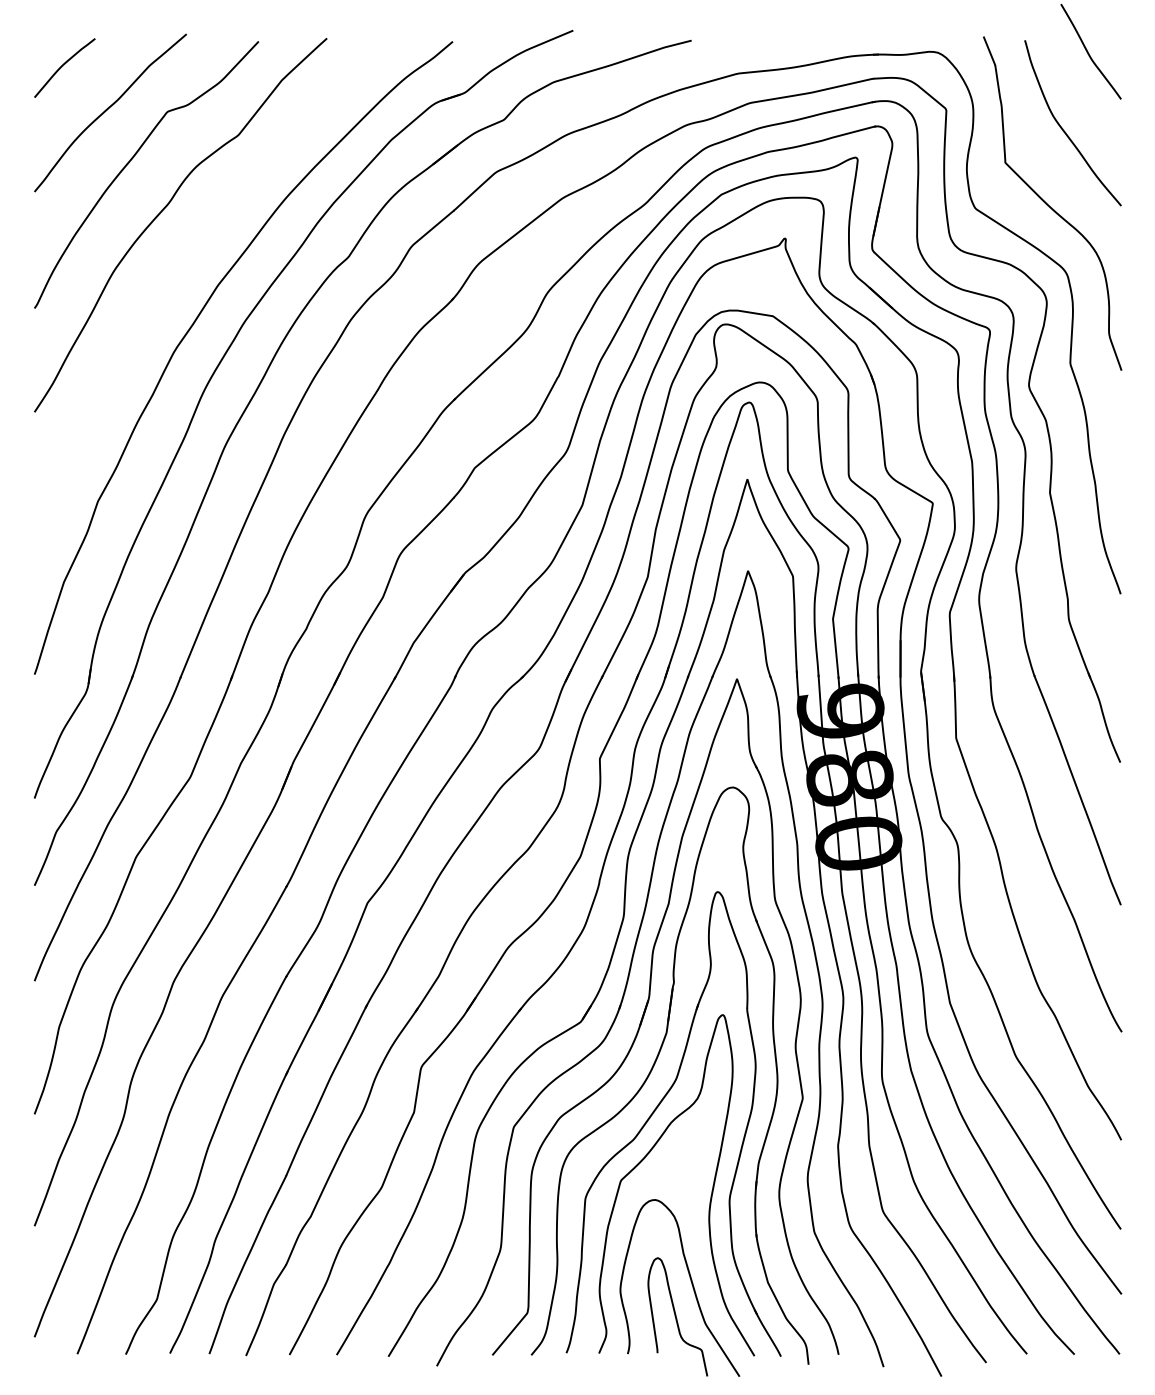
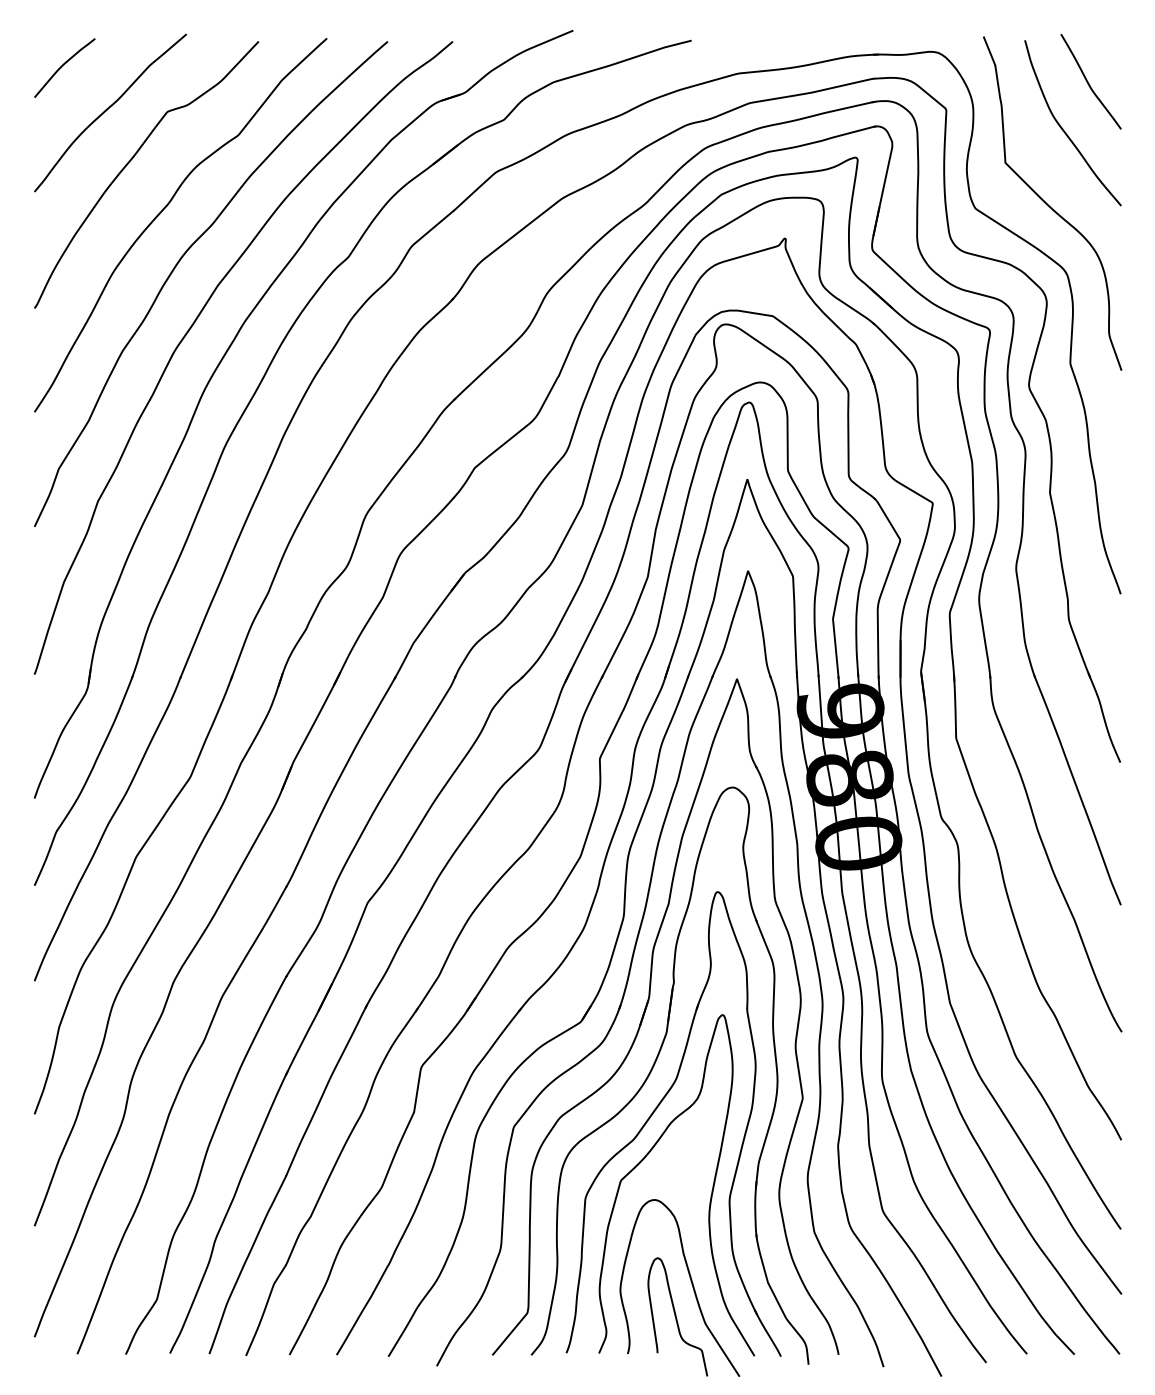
curve at (1088, 51) position: (1088, 51) -> (1088, 81)
curve at (179, 262): none -> present
